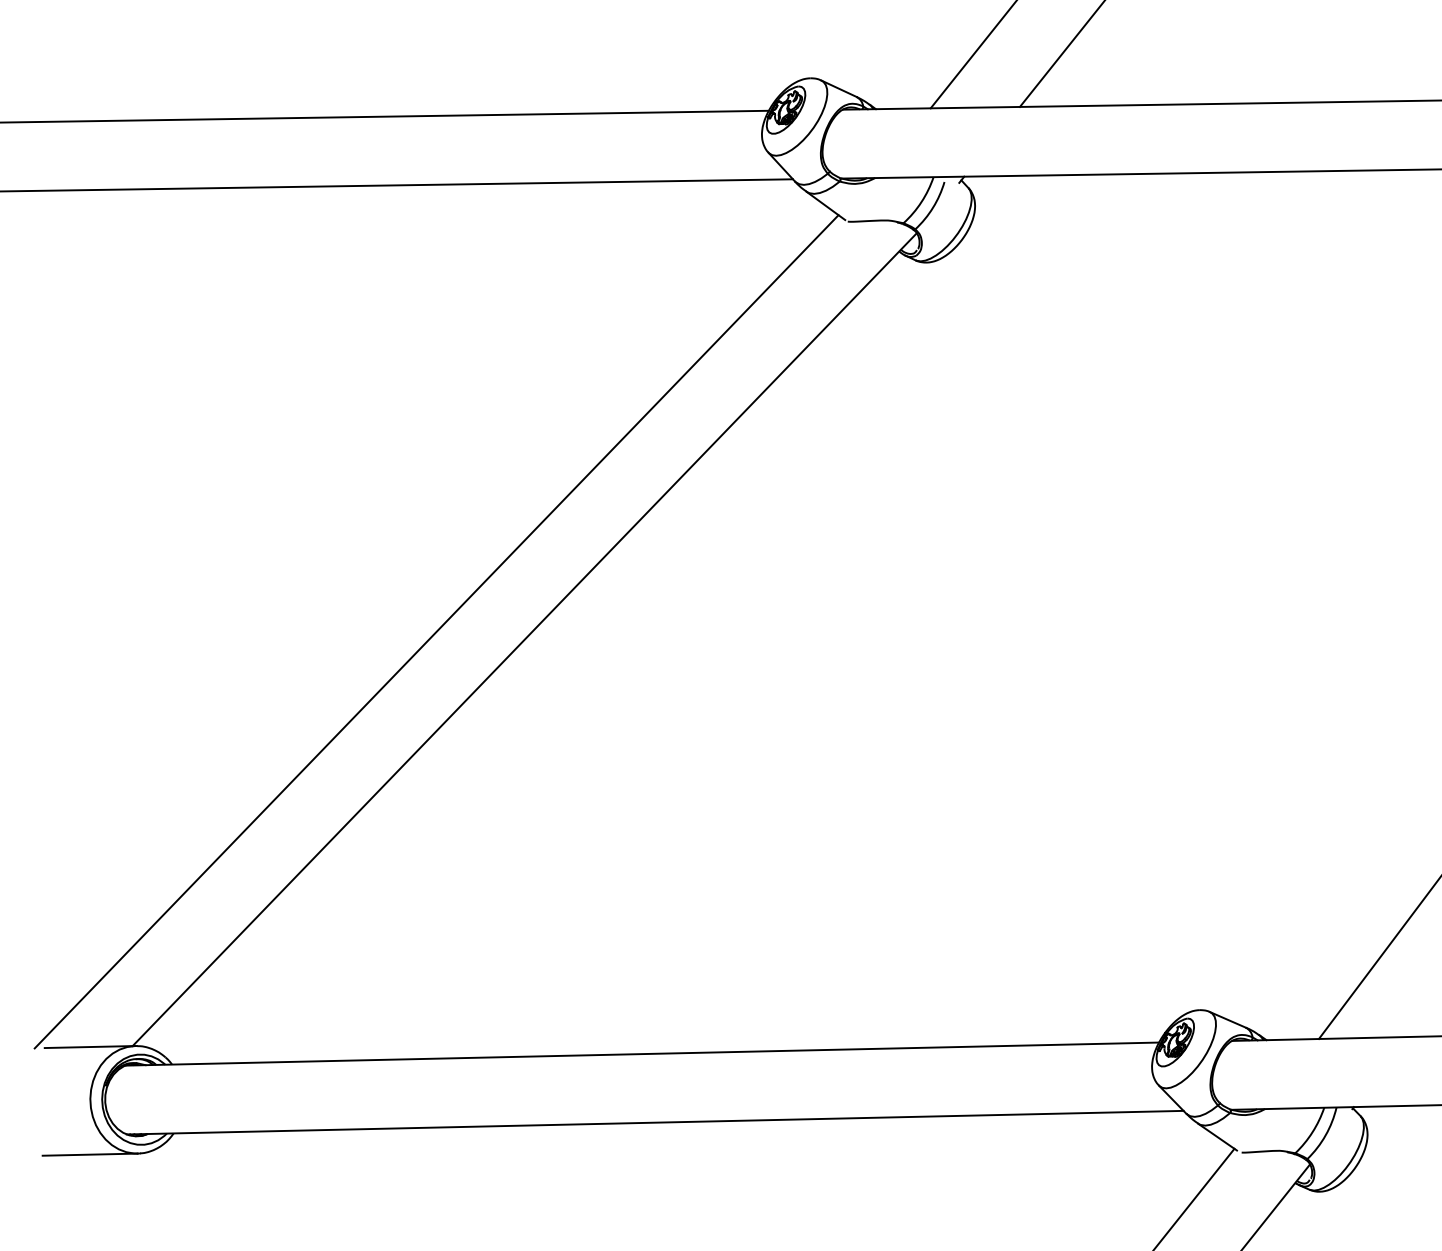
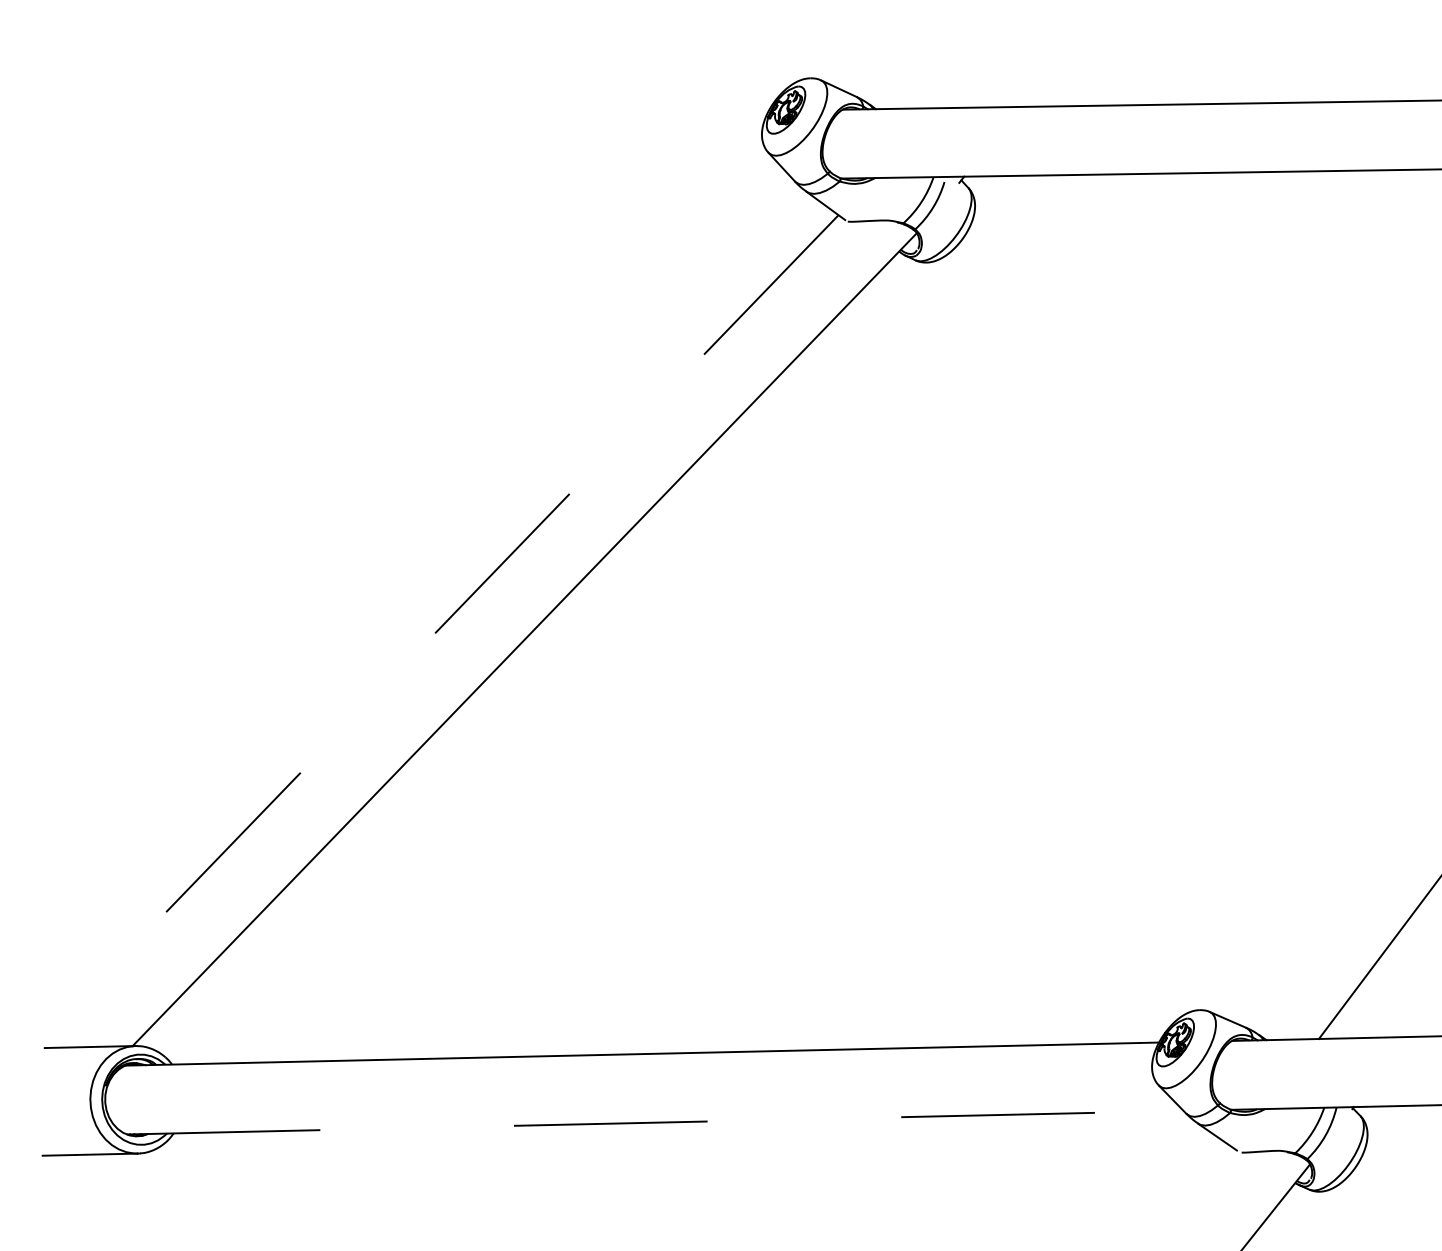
line at (1061, 54): present -> none
line at (972, 55): present -> none
line at (385, 116): present -> none
line at (397, 185): present -> none
line at (436, 631): solid -> dashed
line at (655, 1122): solid -> dashed
line at (1194, 1197): present -> none
